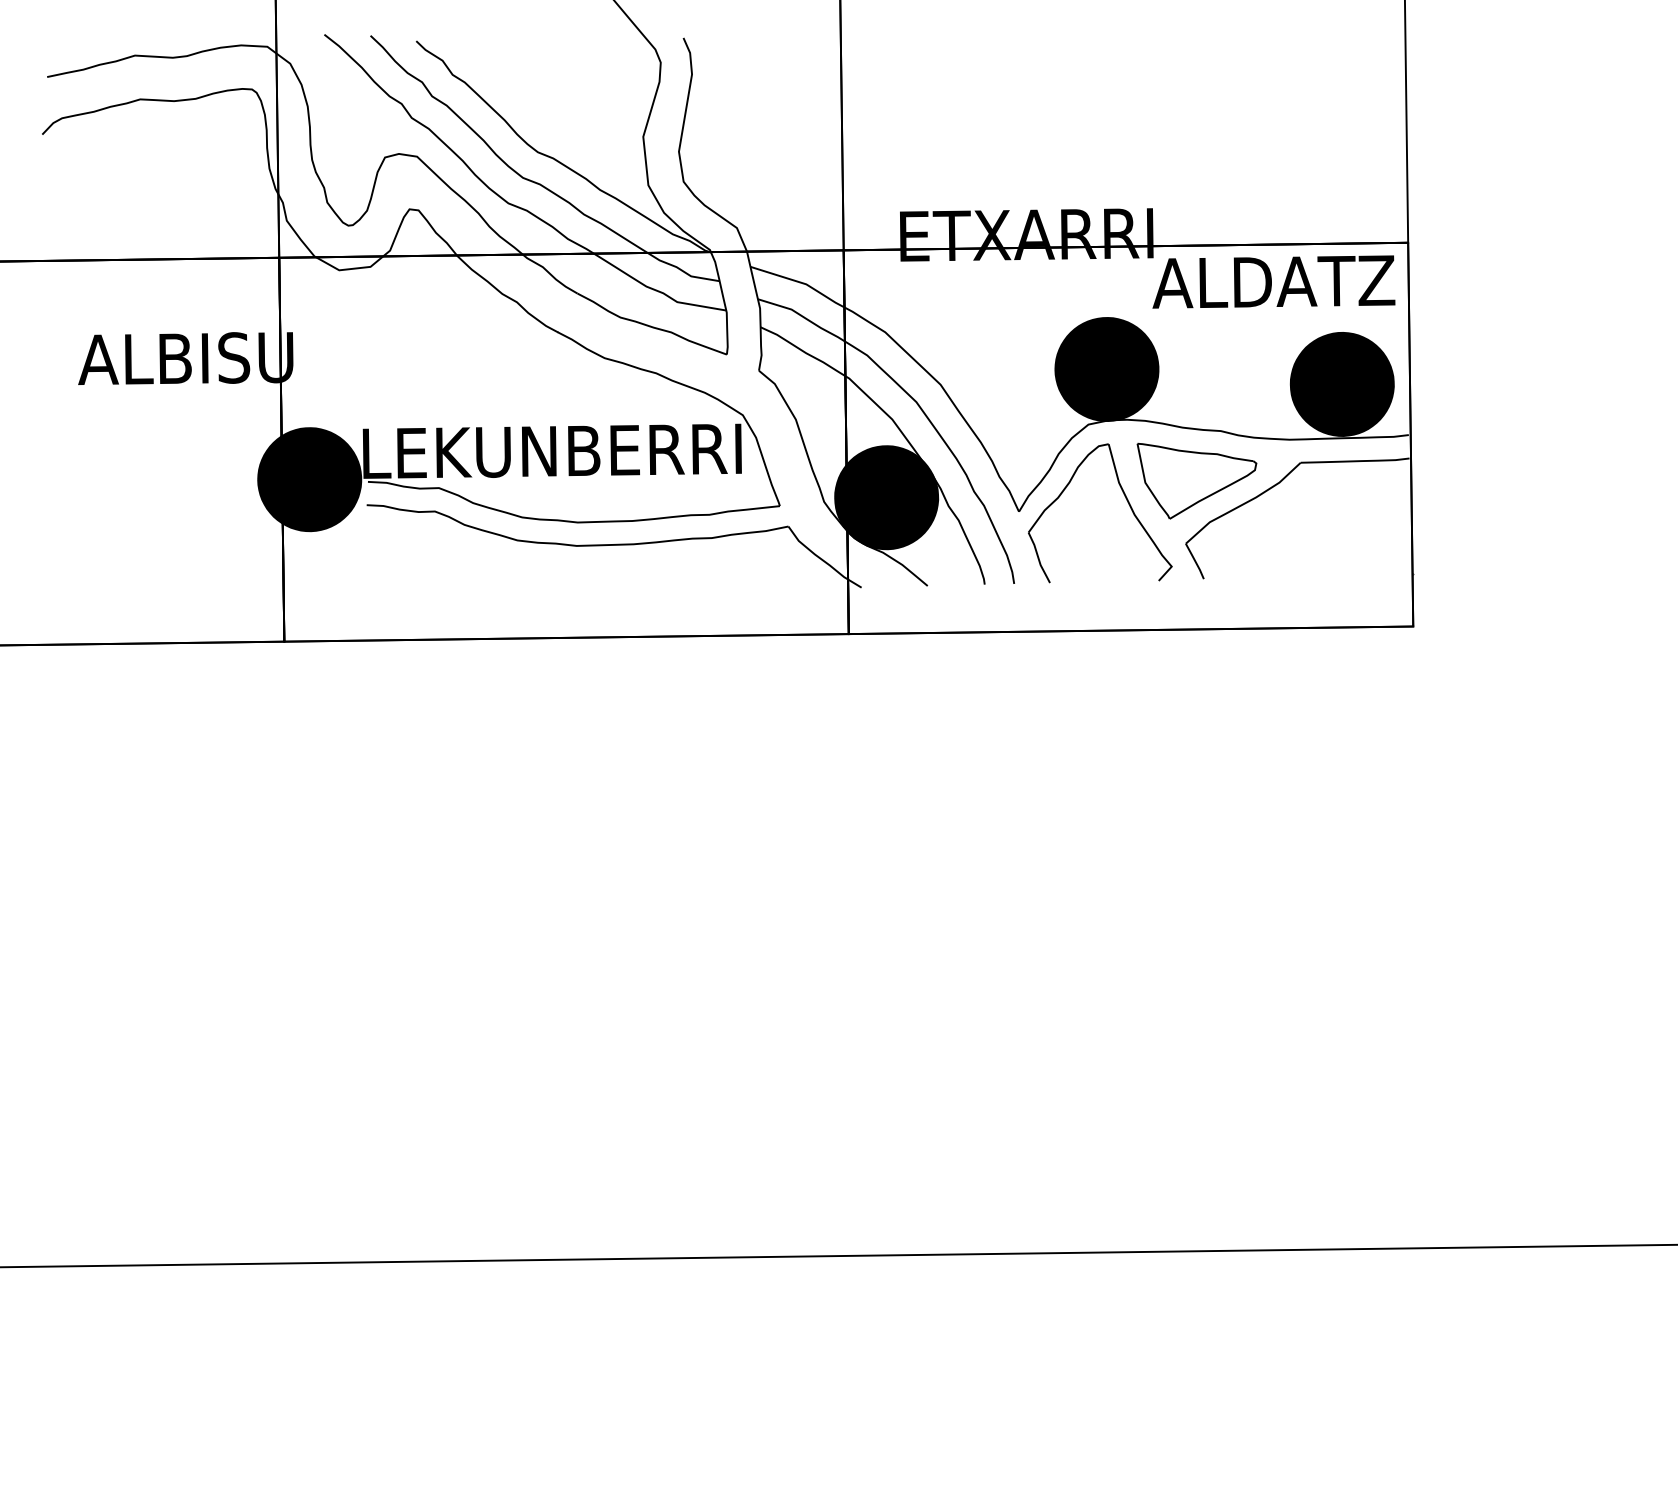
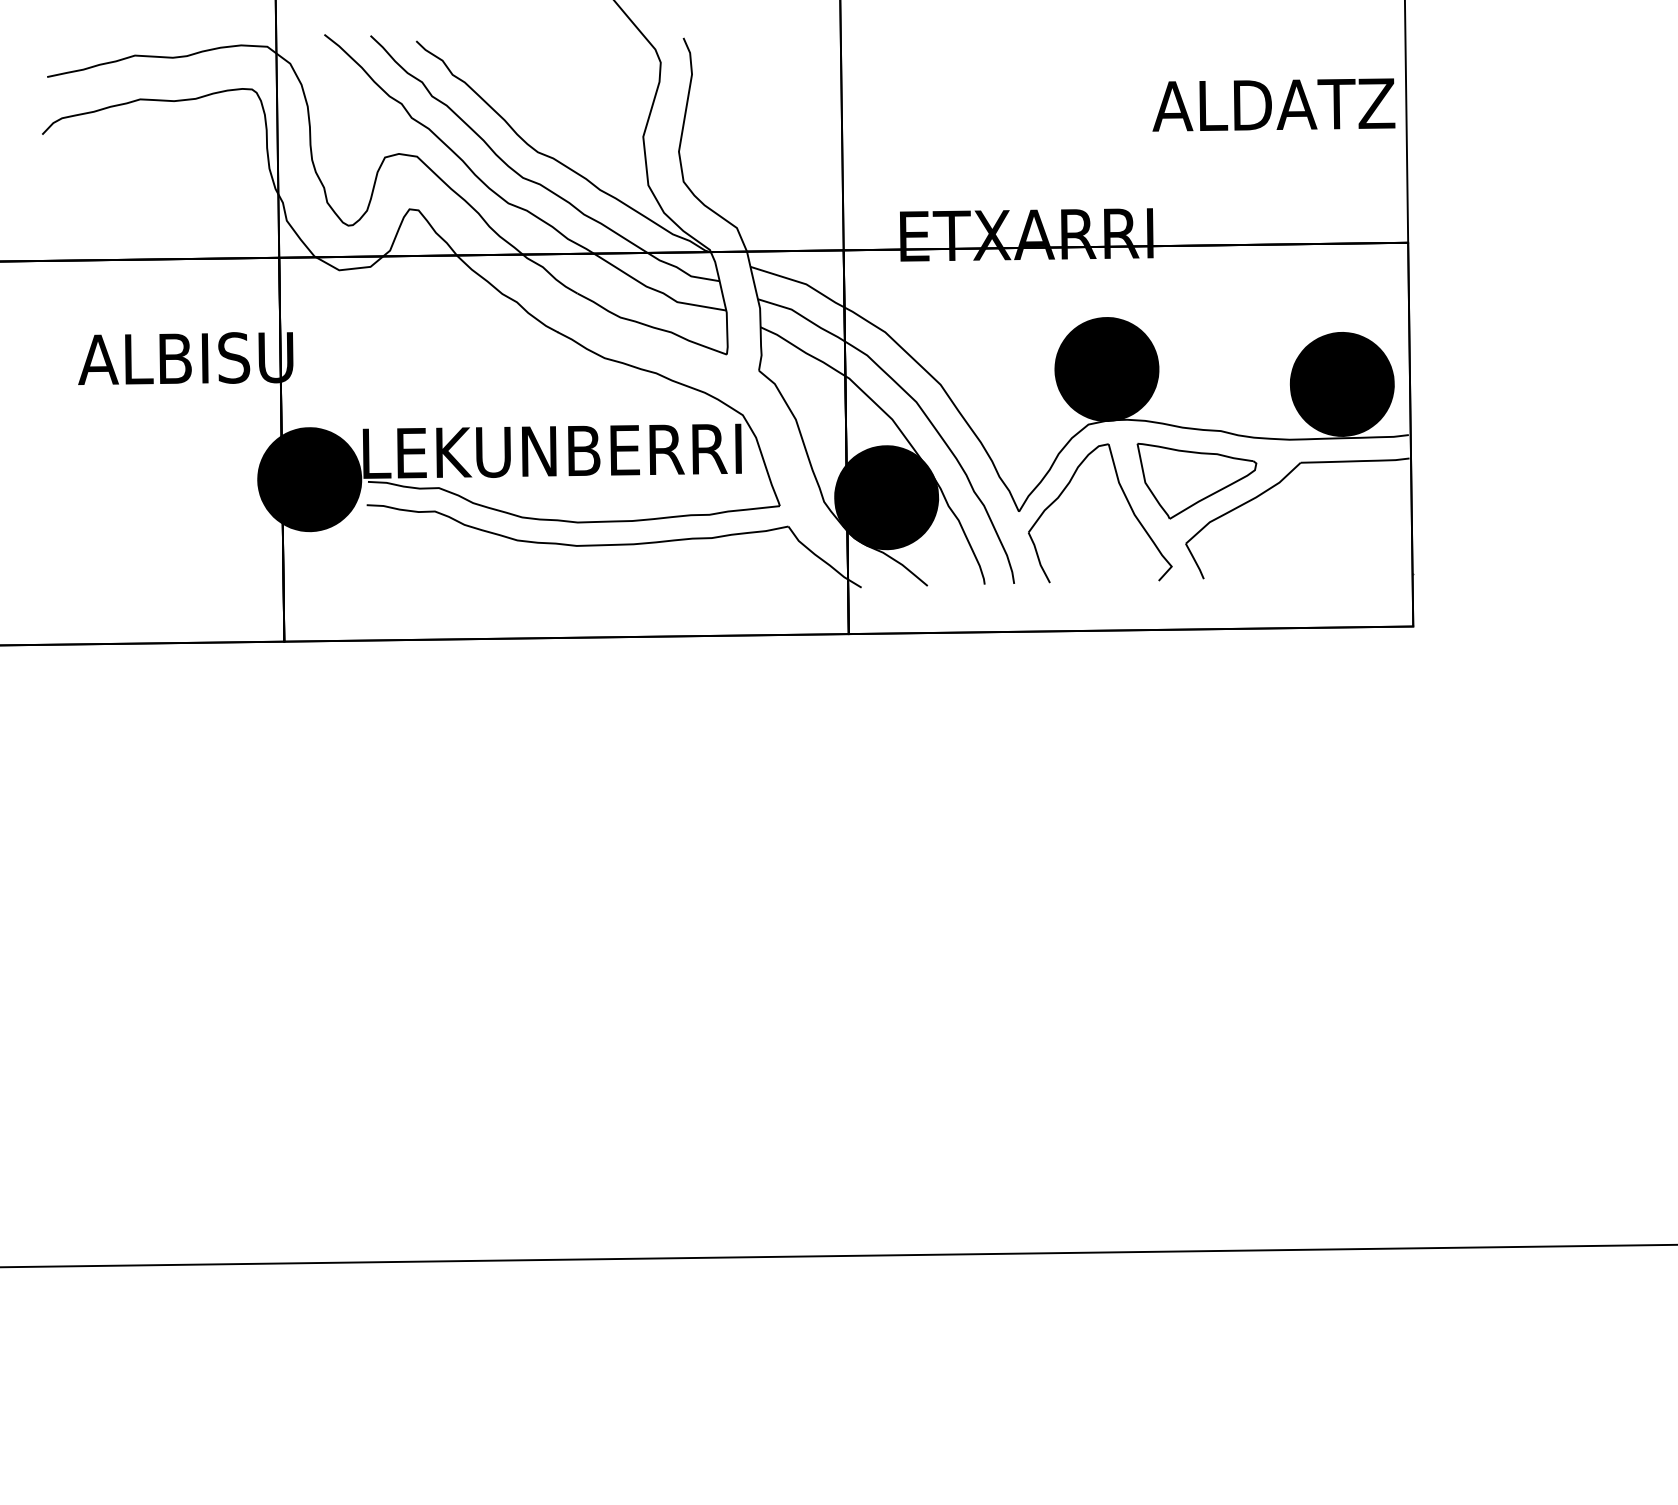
text at (1273, 281) position: (1273, 281) -> (1273, 104)
